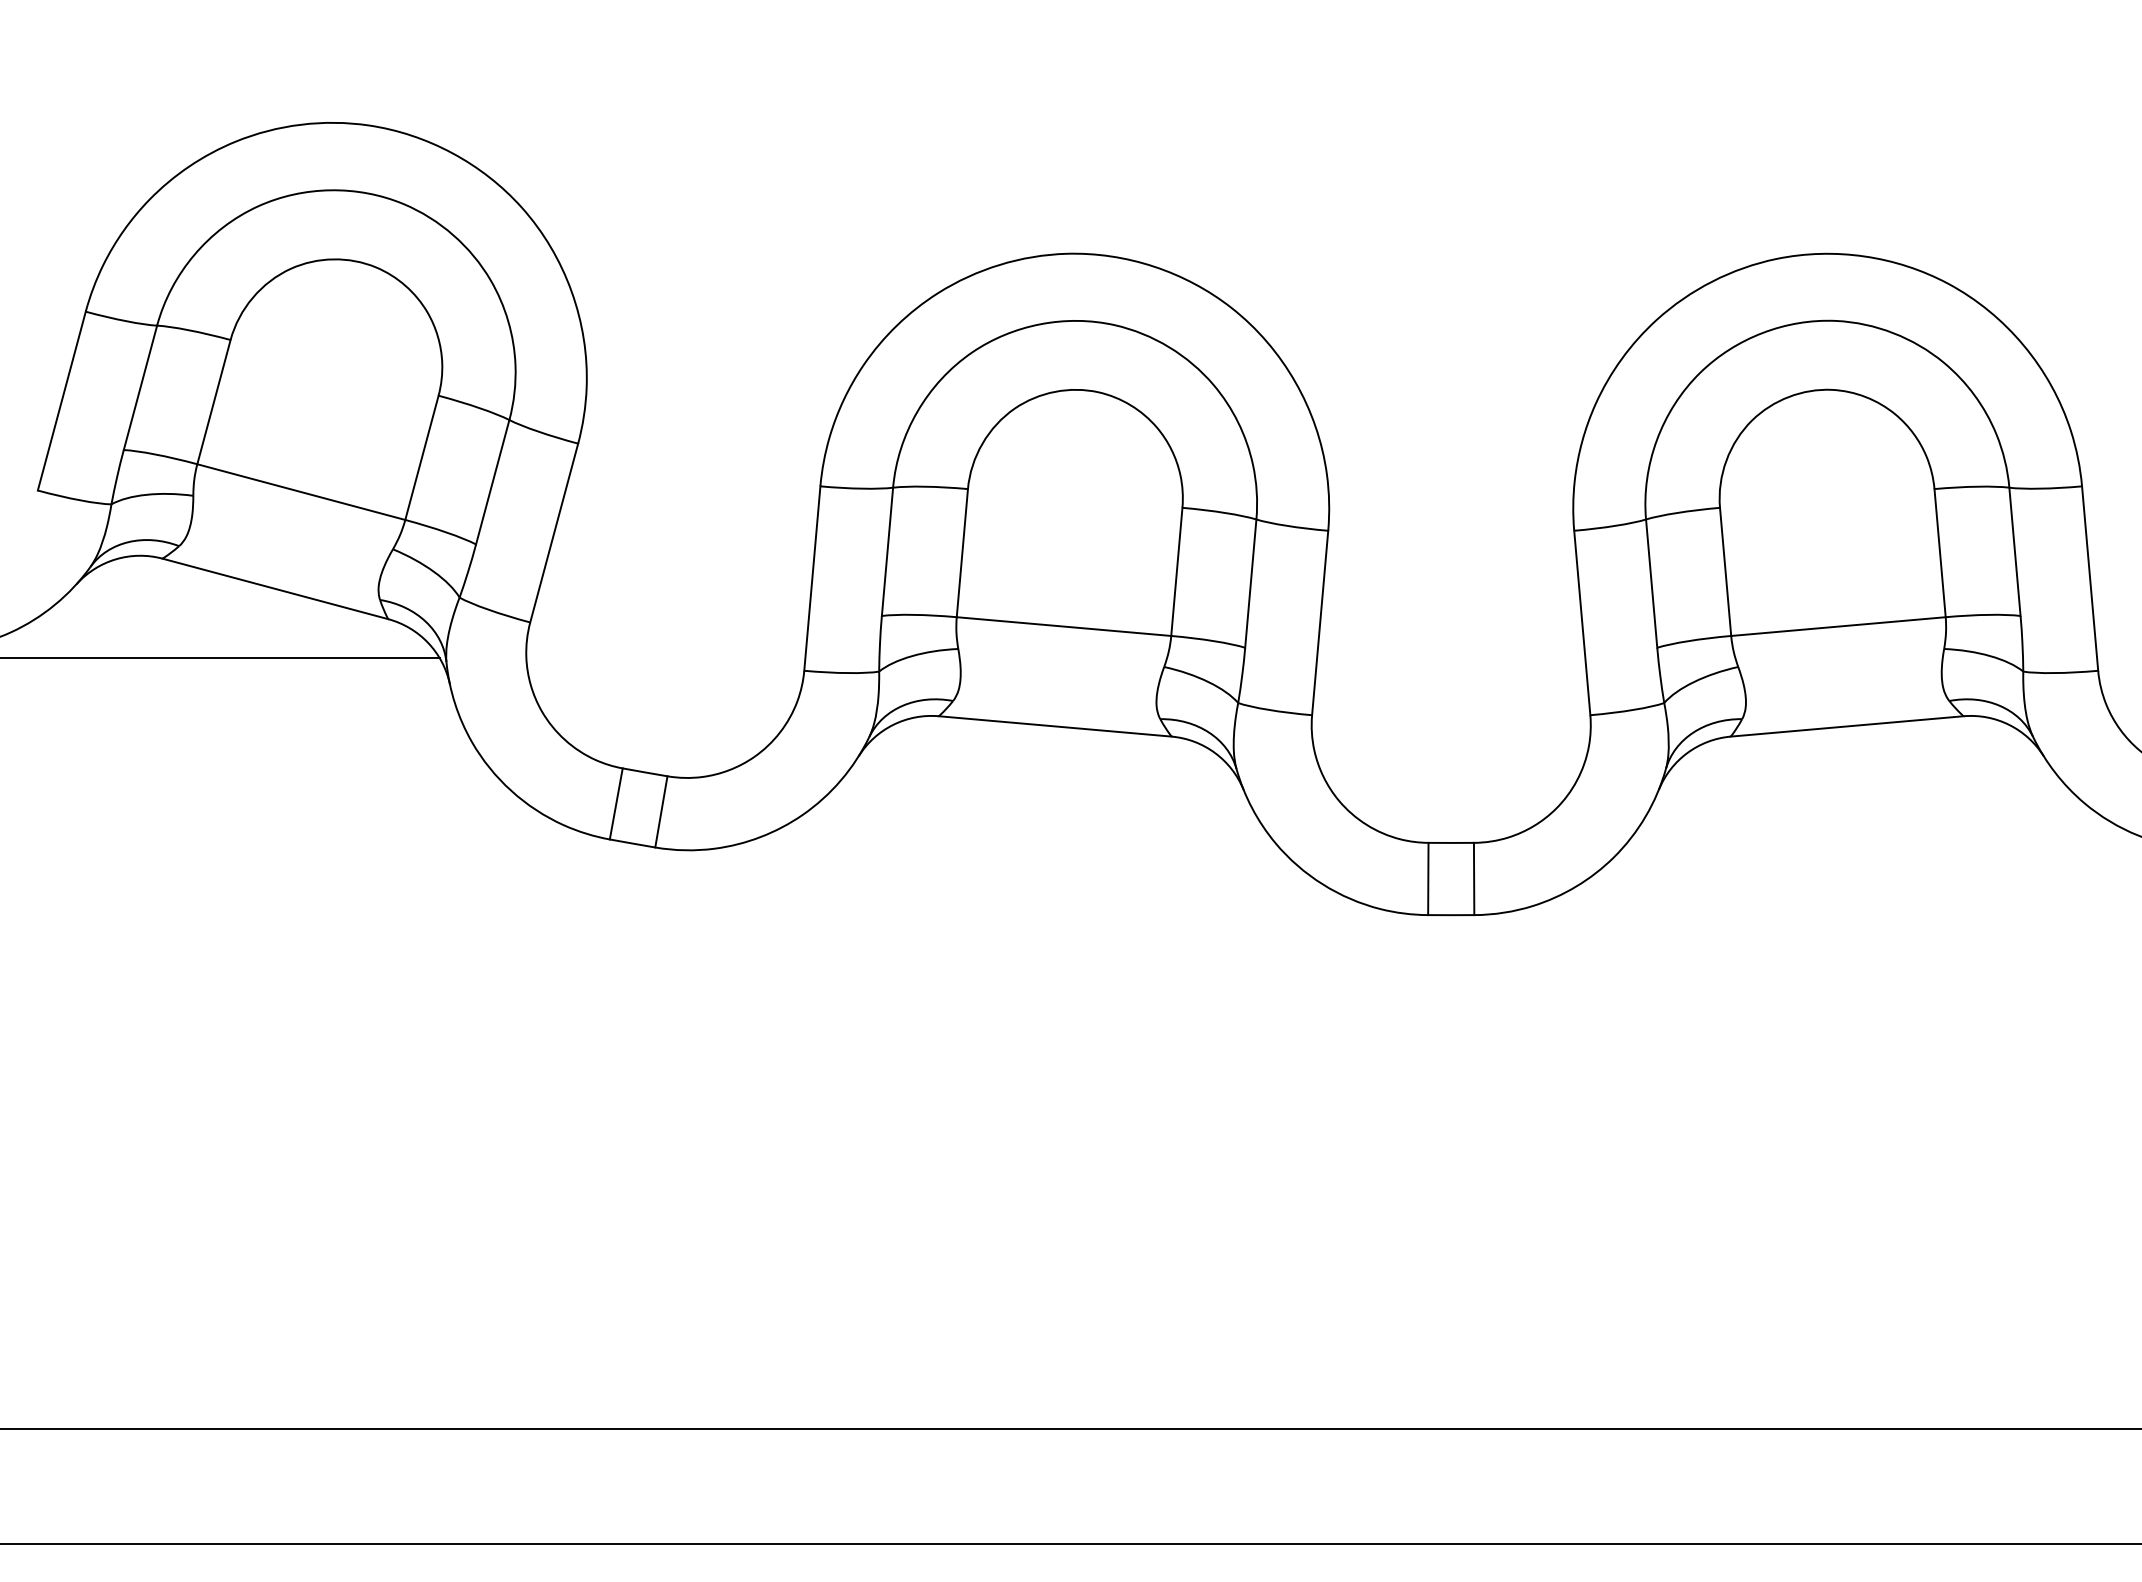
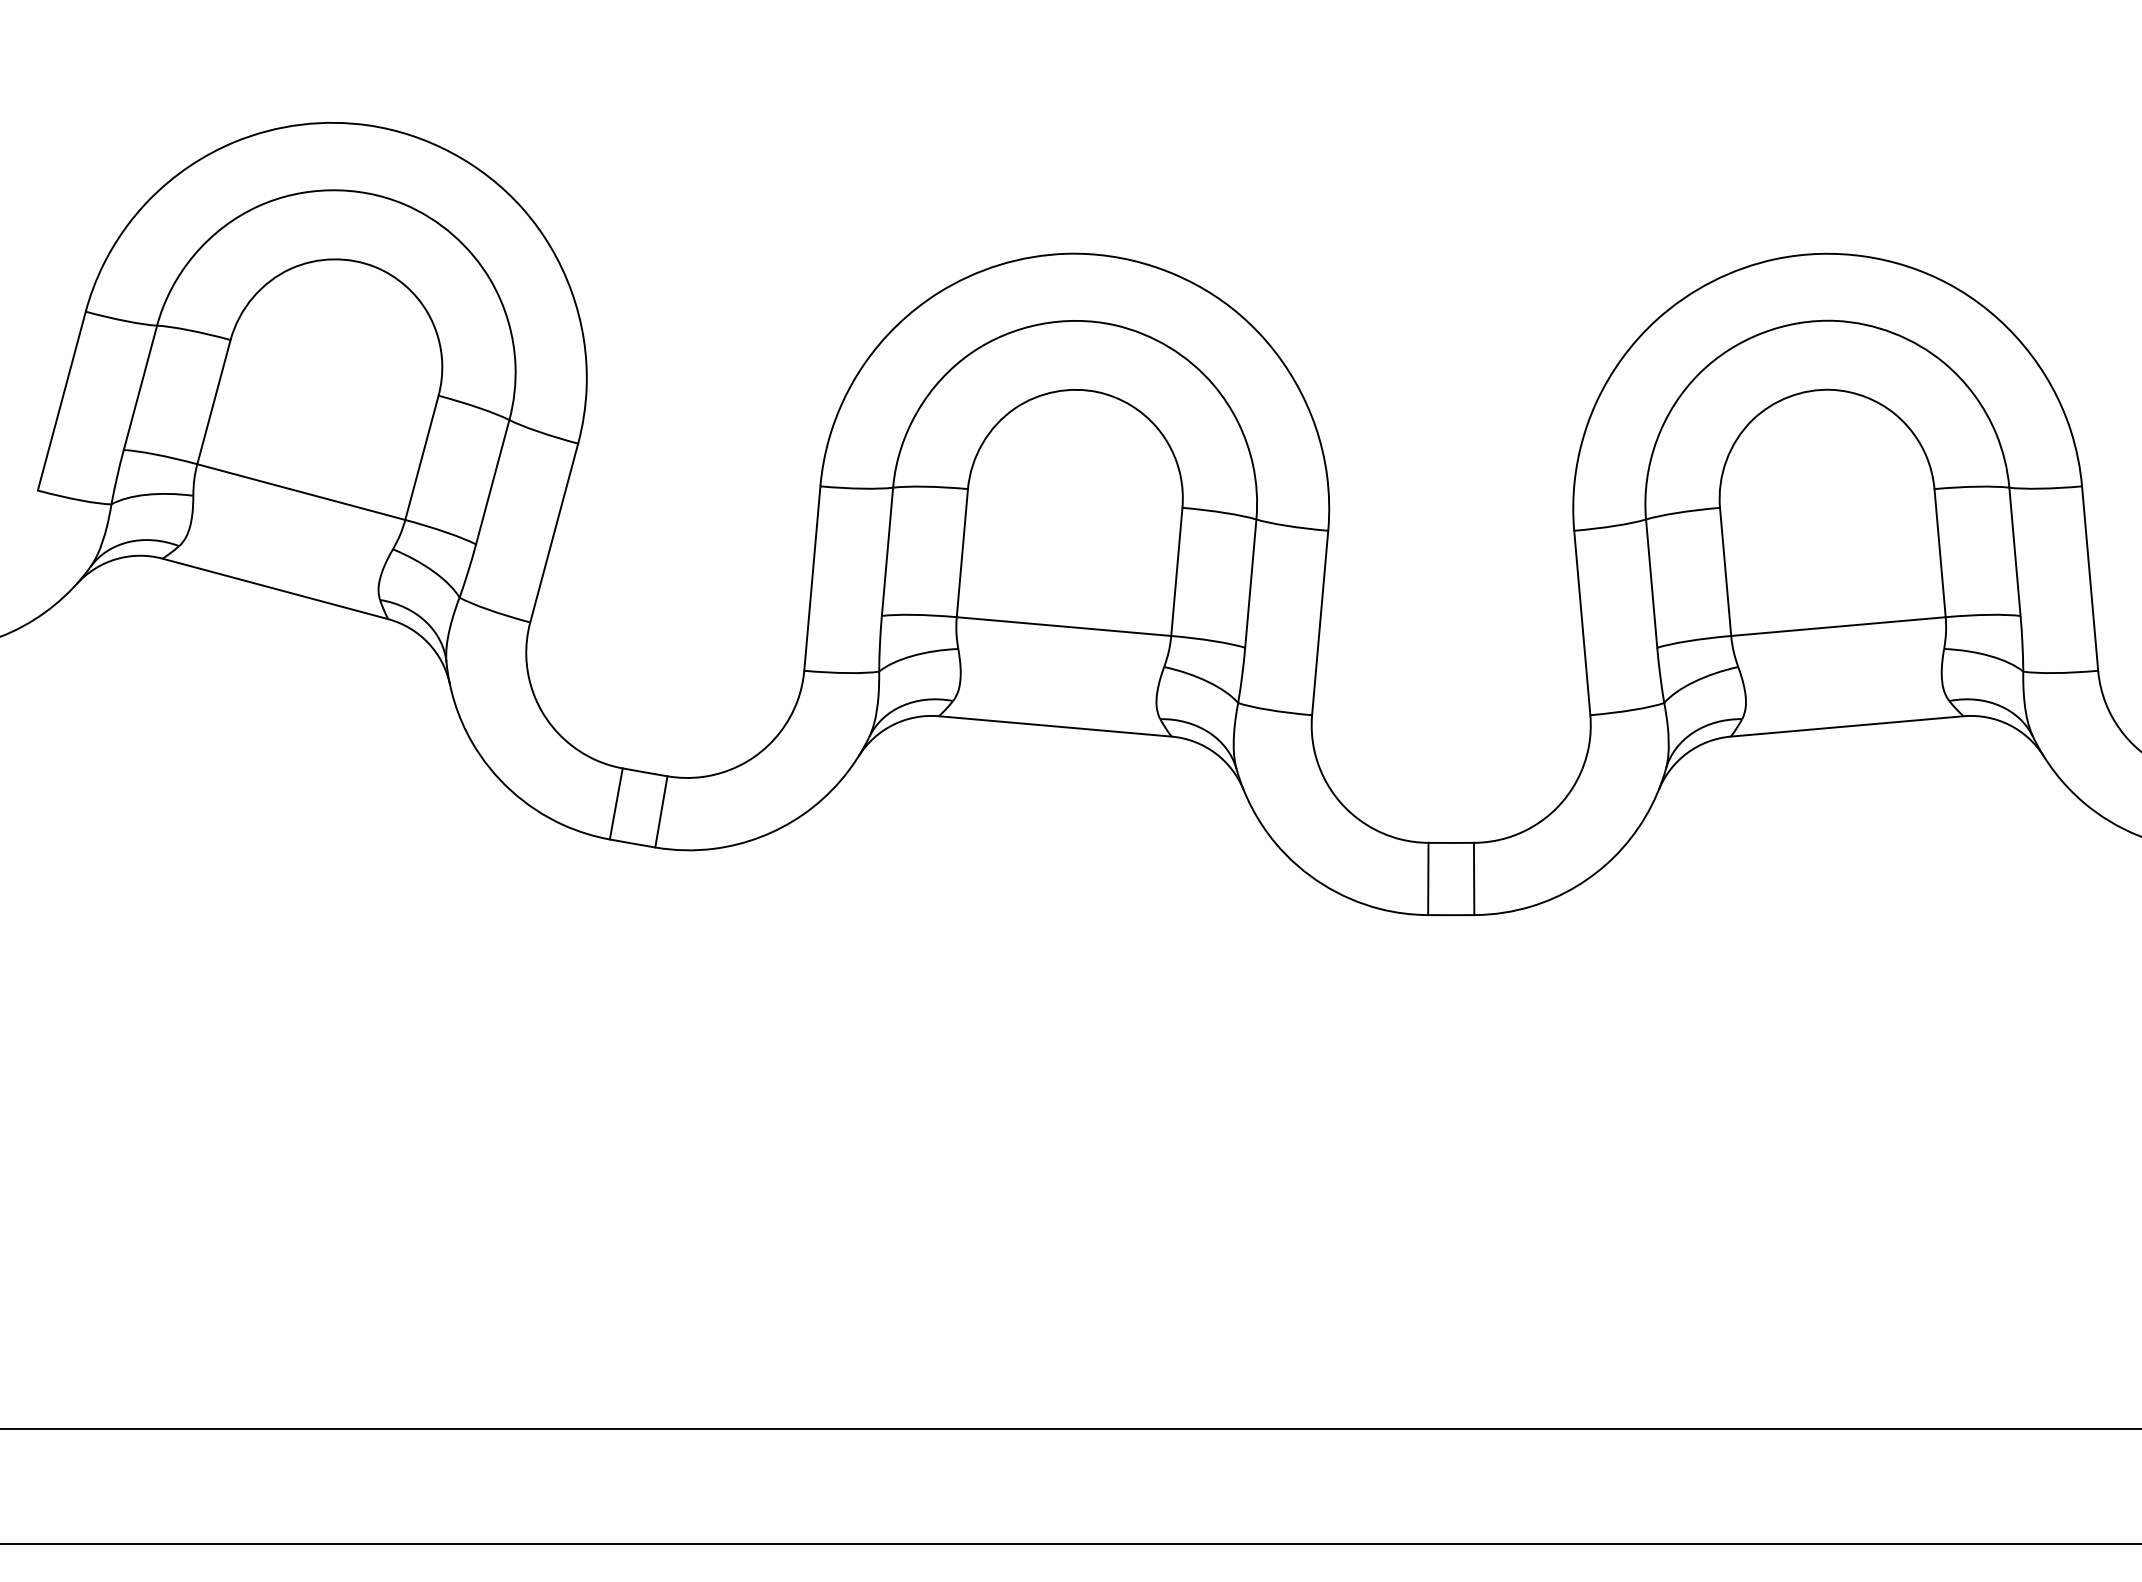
line at (220, 658): present -> none
